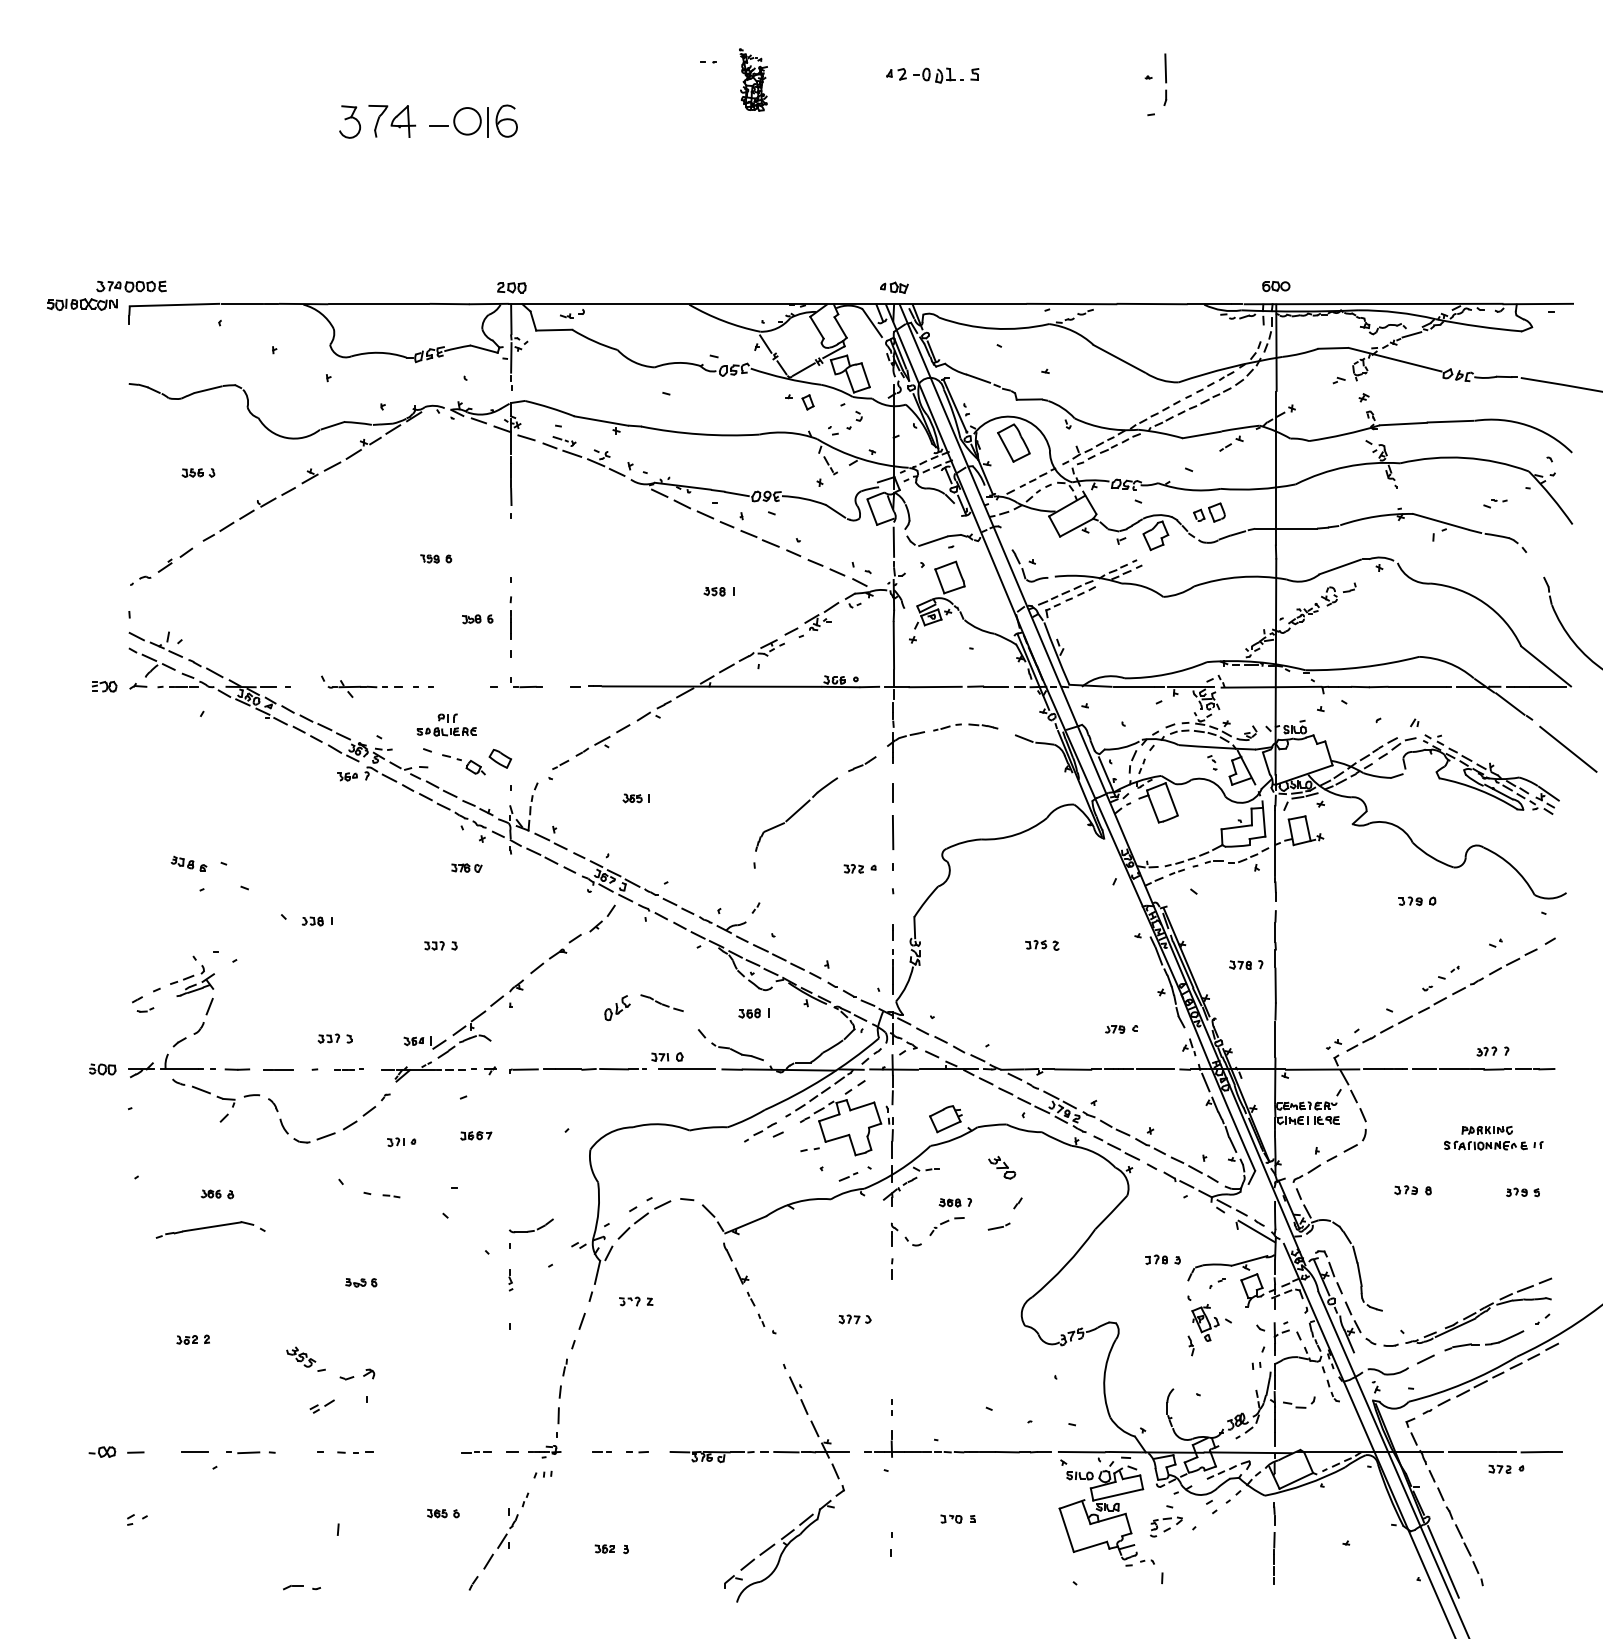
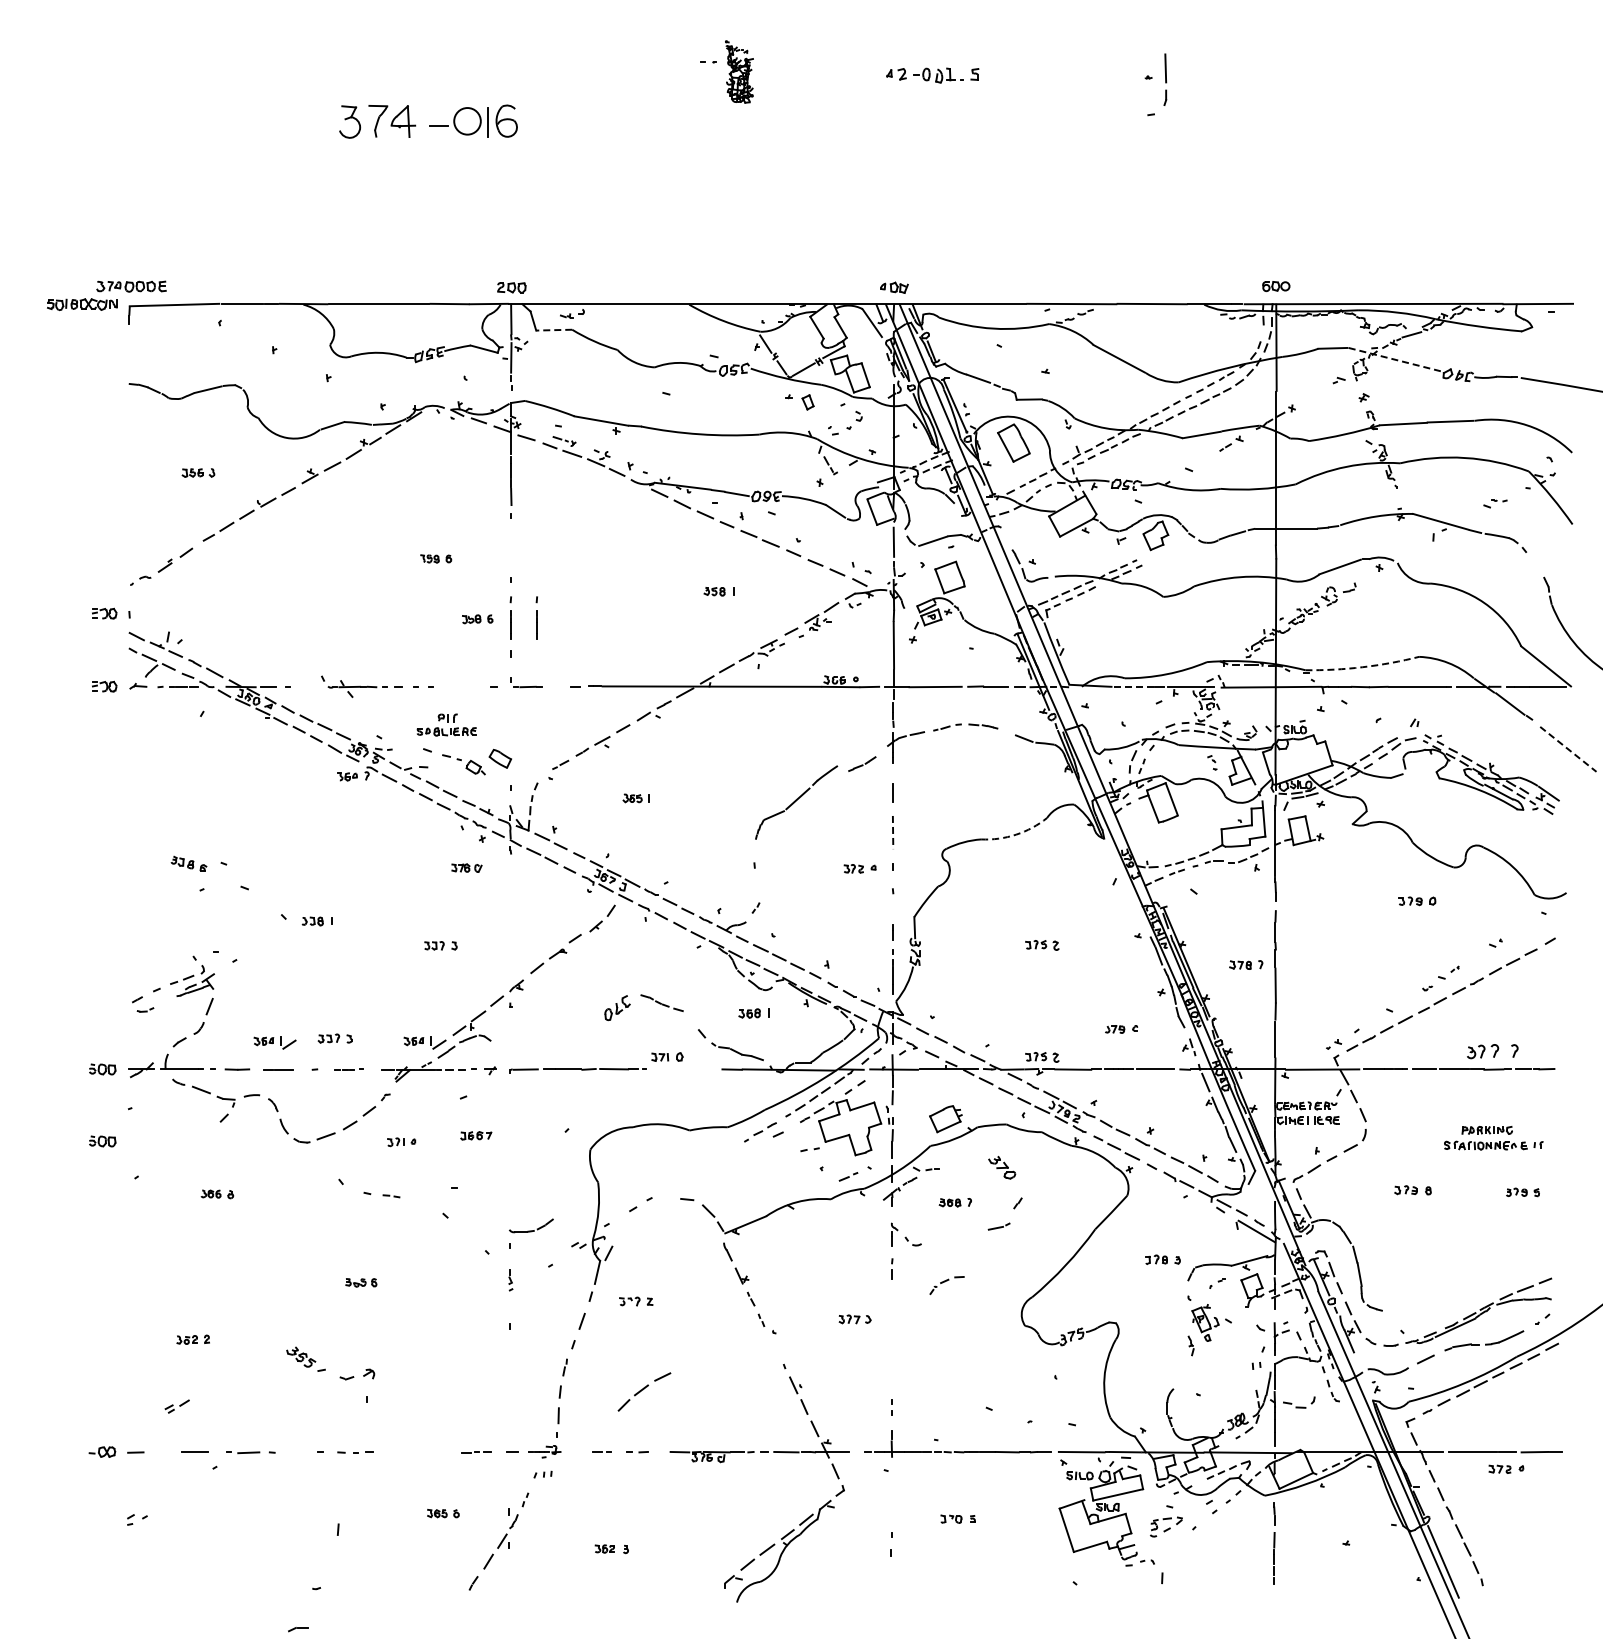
part at (753, 79) position: (753, 79) -> (739, 71)
line at (553, 330): solid -> dashed
line at (1395, 359): solid -> dashed
part at (1209, 512): present -> none
part at (104, 613): none -> present
part at (536, 617): none -> present
arc at (1362, 667): solid -> dashed
line at (1134, 686): solid -> dashed
line at (1568, 749): solid -> dashed
line at (1103, 769): present -> none
part at (796, 814) position: (796, 814) -> (796, 802)
line at (893, 832): solid -> dashed
arc at (1016, 834): solid -> dashed
part at (274, 1042): none -> present
part at (1492, 1051) size: 34x11 px -> 52x16 px
part at (1042, 1057): none -> present
line at (686, 1069): present -> none
part at (102, 1141): none -> present
part at (644, 1219) position: (644, 1219) -> (644, 1391)
part at (946, 1226) position: (946, 1226) -> (946, 1285)
part at (210, 1229): present -> none
part at (321, 1406) position: (321, 1406) -> (176, 1406)
part at (293, 1587) position: (293, 1587) -> (298, 1629)
